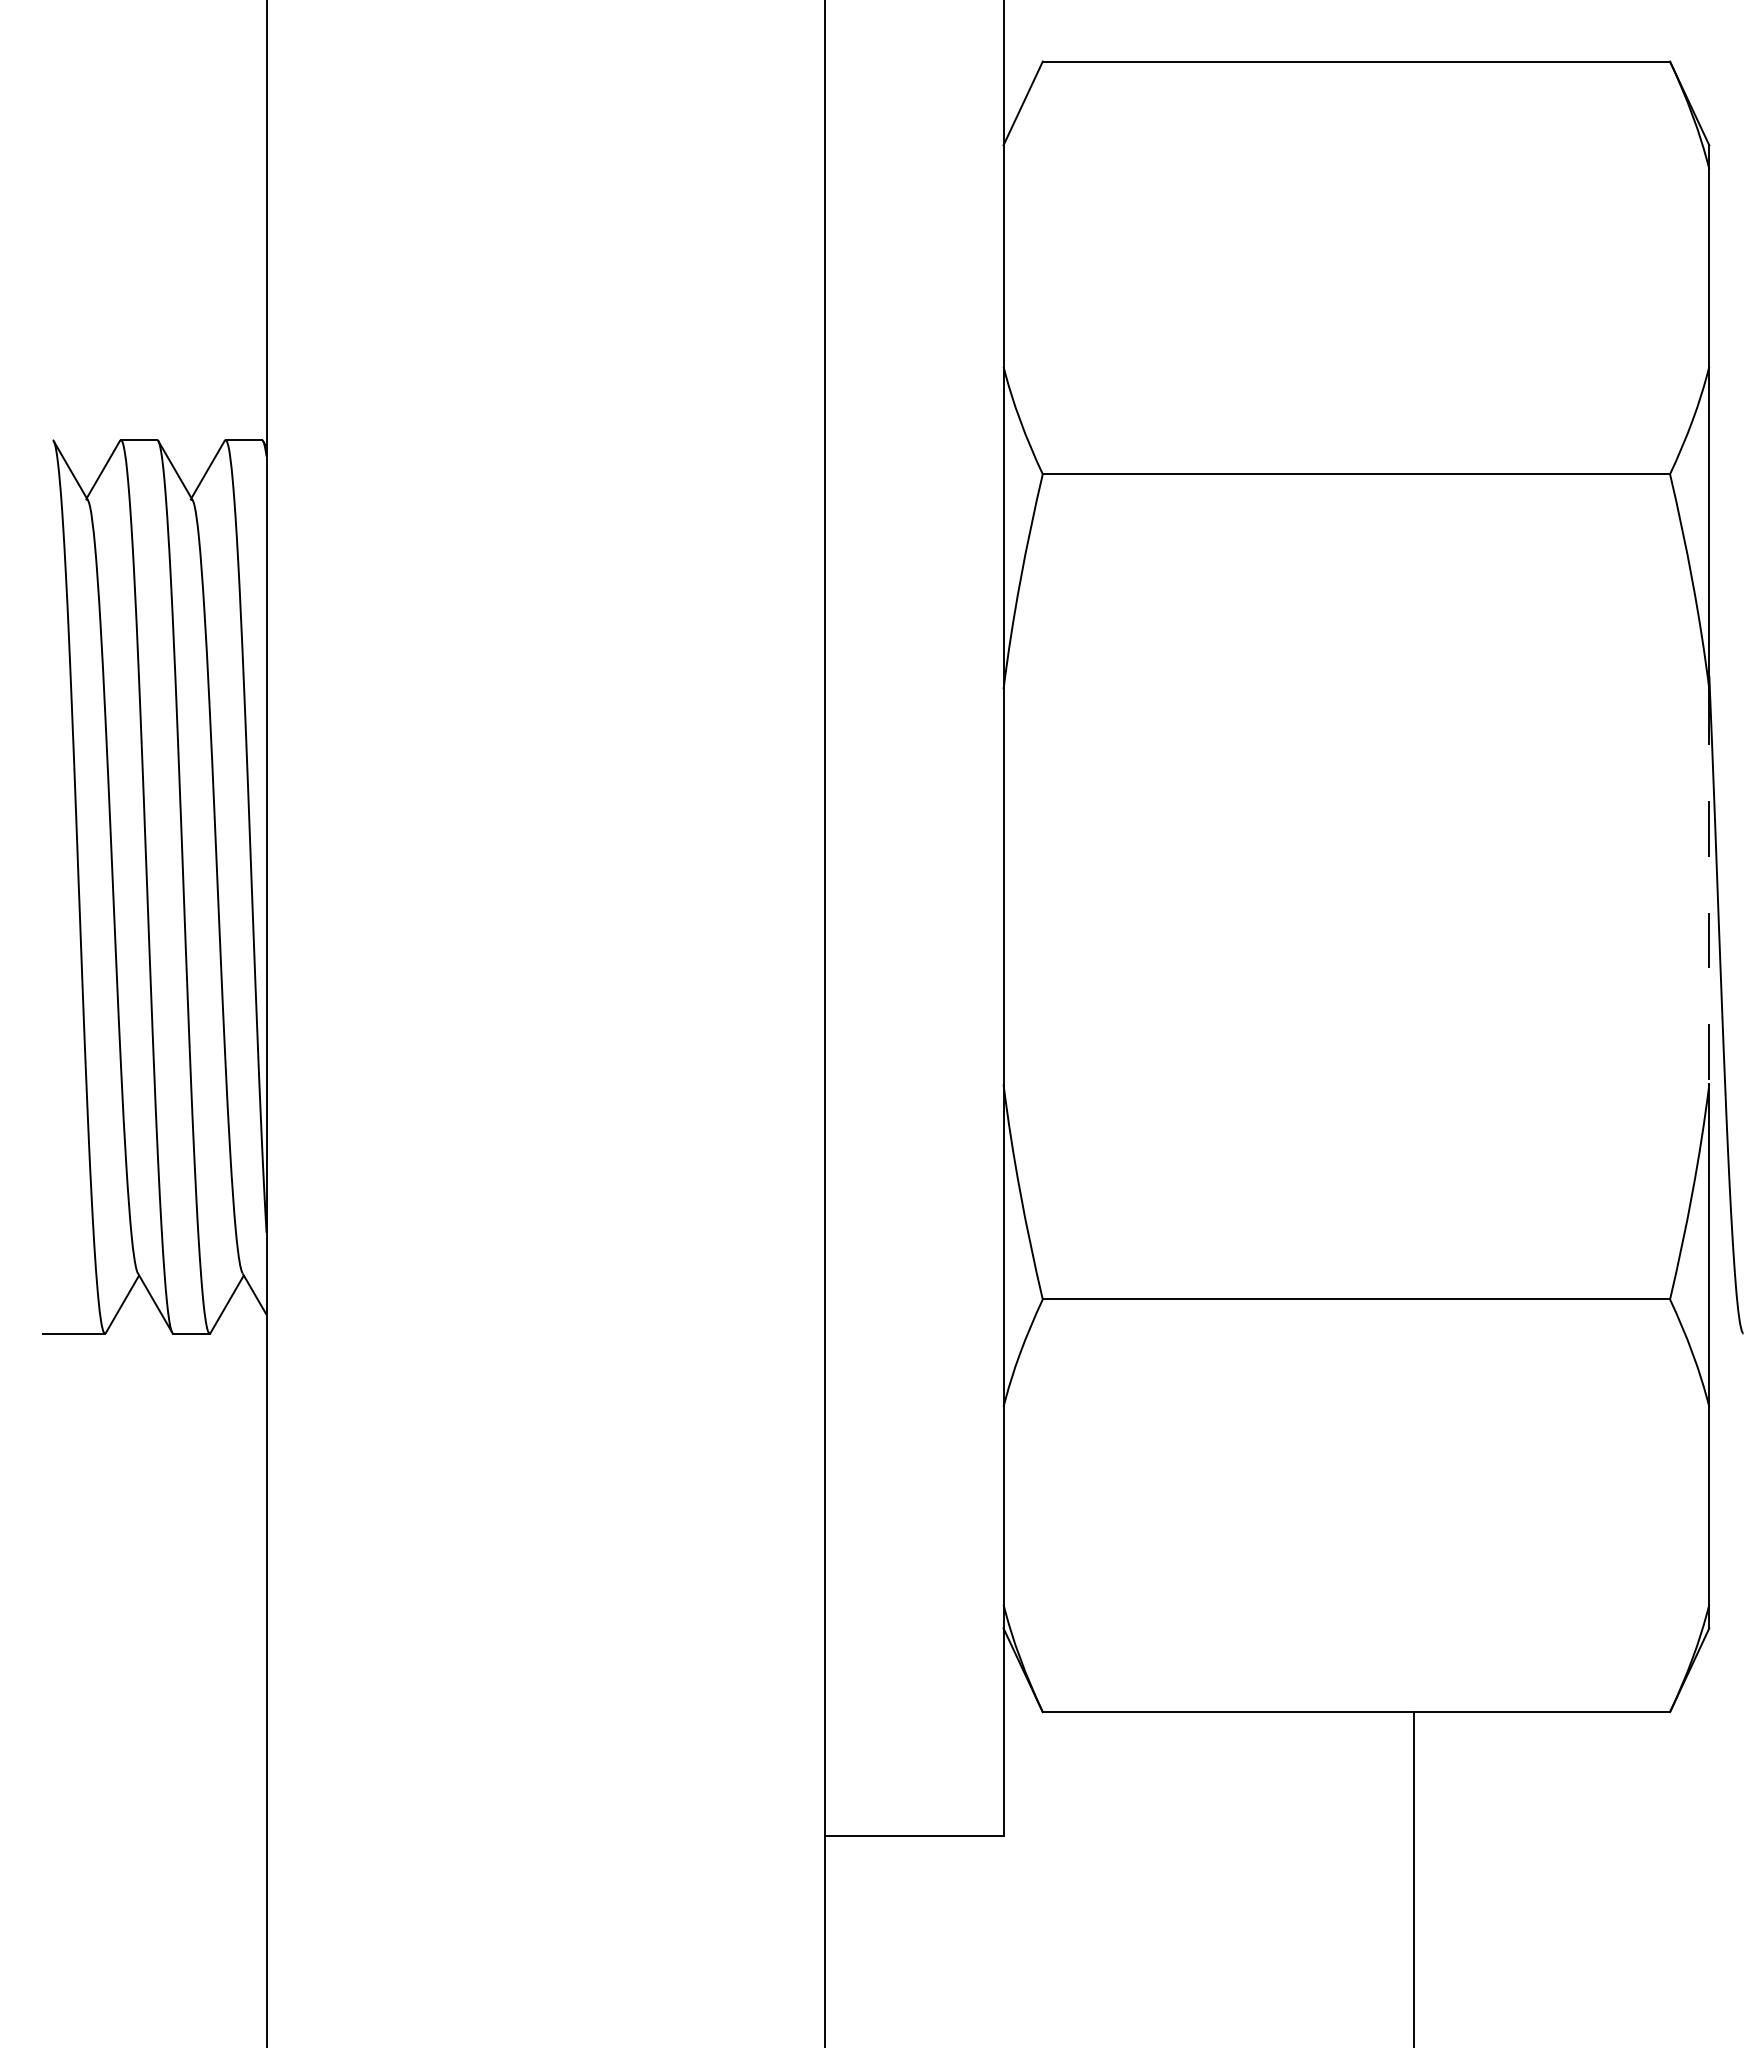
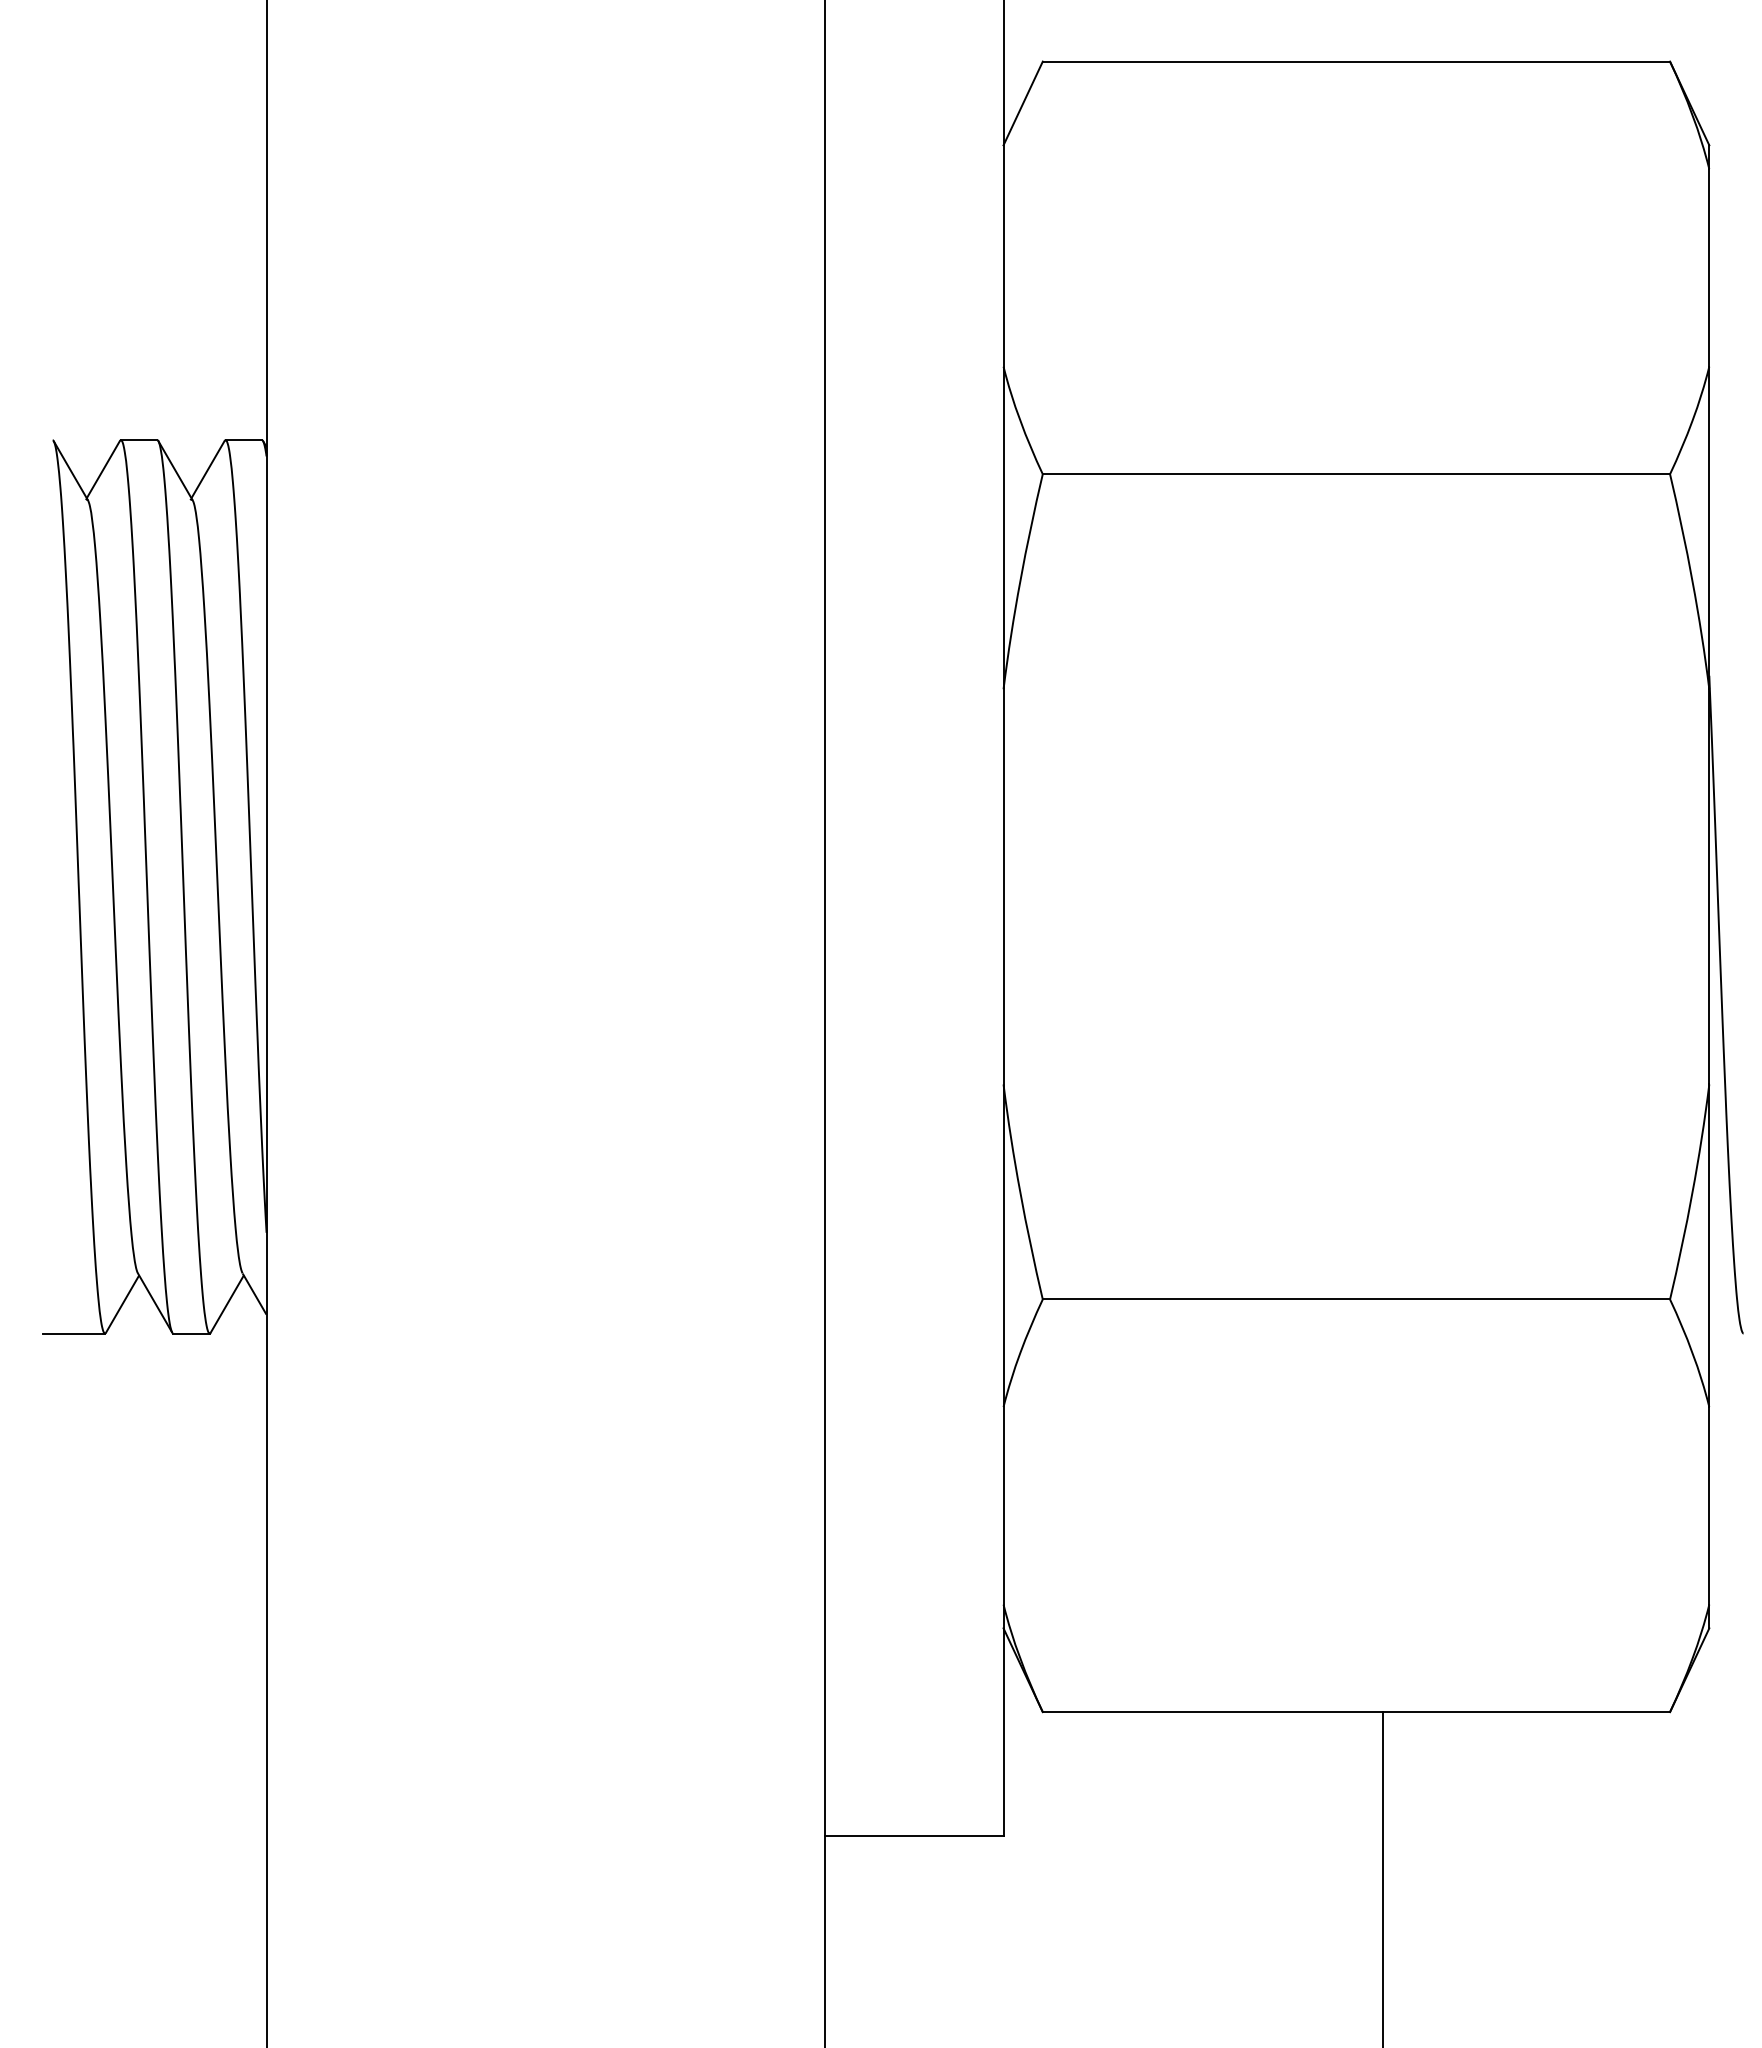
line at (1709, 886): dashed -> solid
line at (1414, 1878) position: (1414, 1878) -> (1383, 1878)
